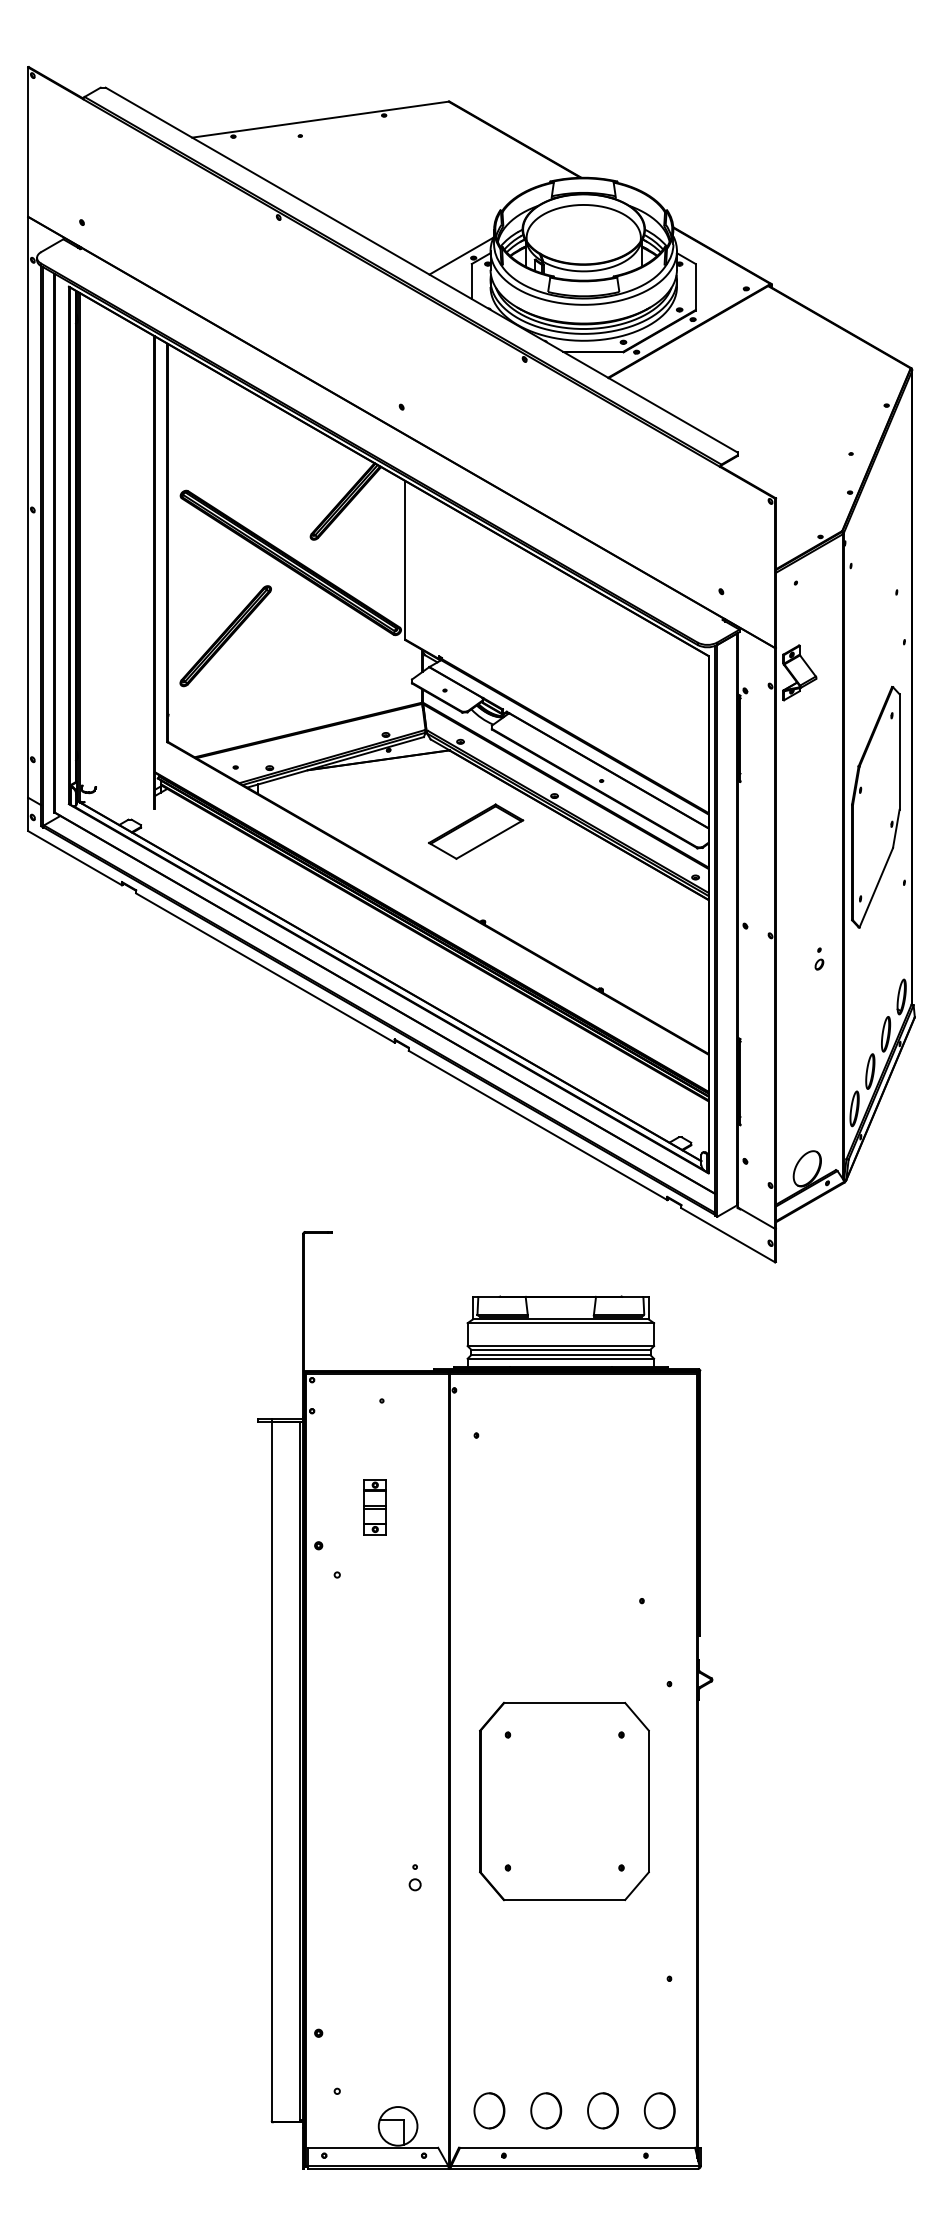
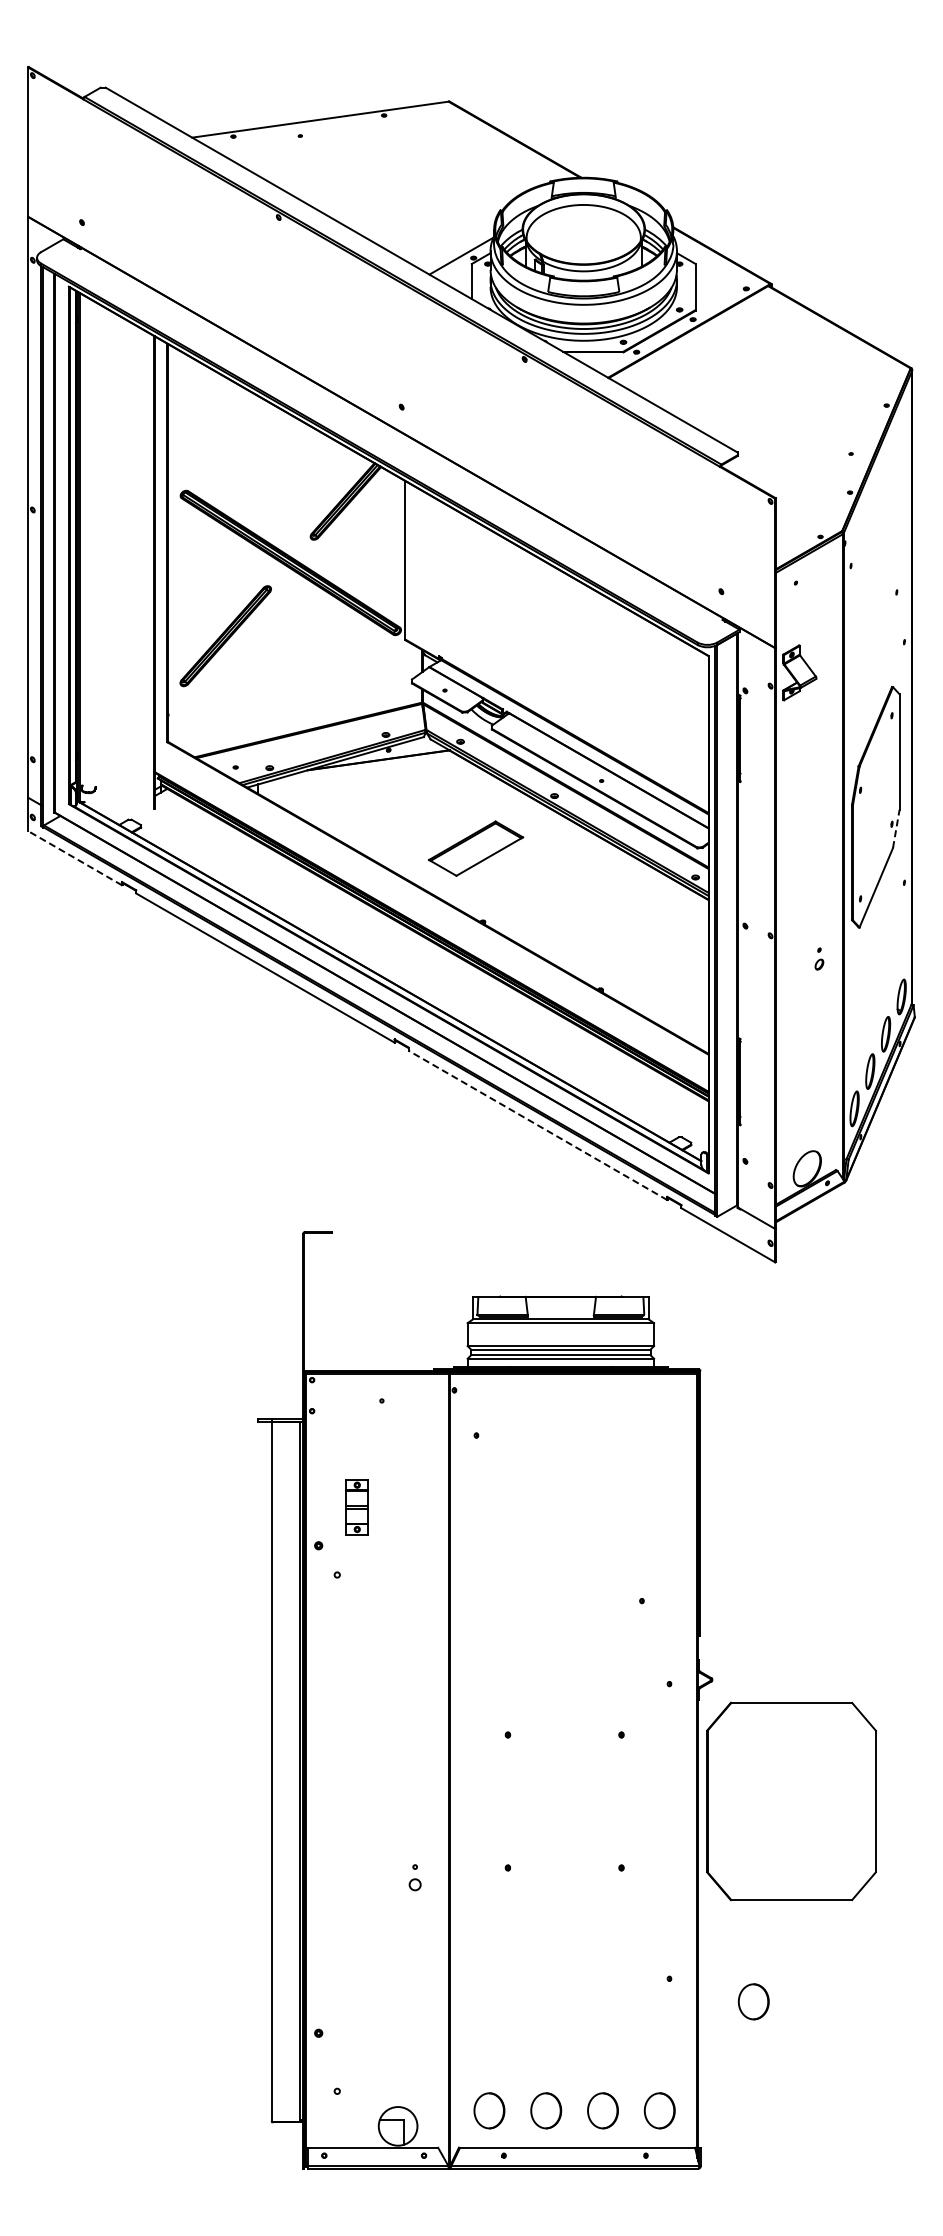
line at (896, 828): solid -> dashed
part at (476, 831) position: (476, 831) -> (476, 848)
line at (74, 857): solid -> dashed
line at (537, 1125): solid -> dashed
part at (374, 1507) position: (374, 1507) -> (356, 1507)
part at (564, 1801) position: (564, 1801) -> (791, 1801)
part at (753, 2001): none -> present
